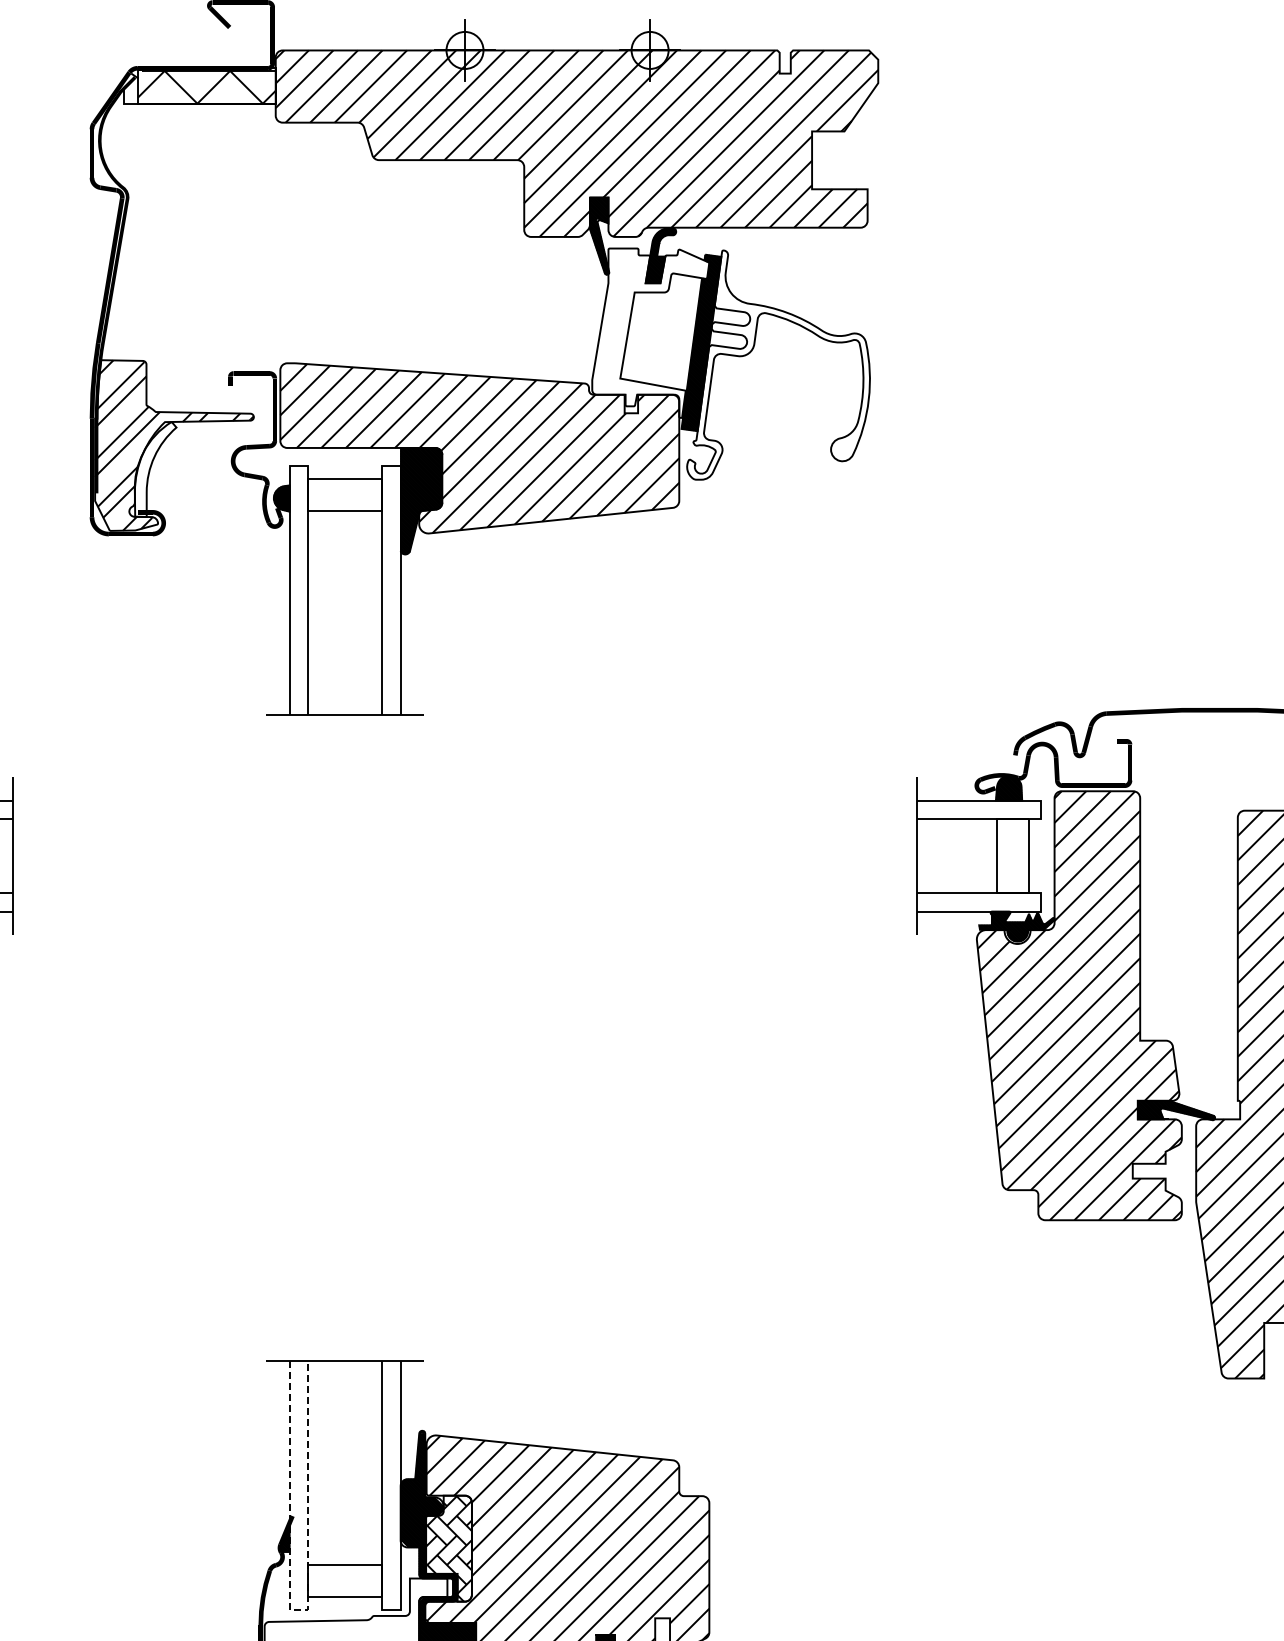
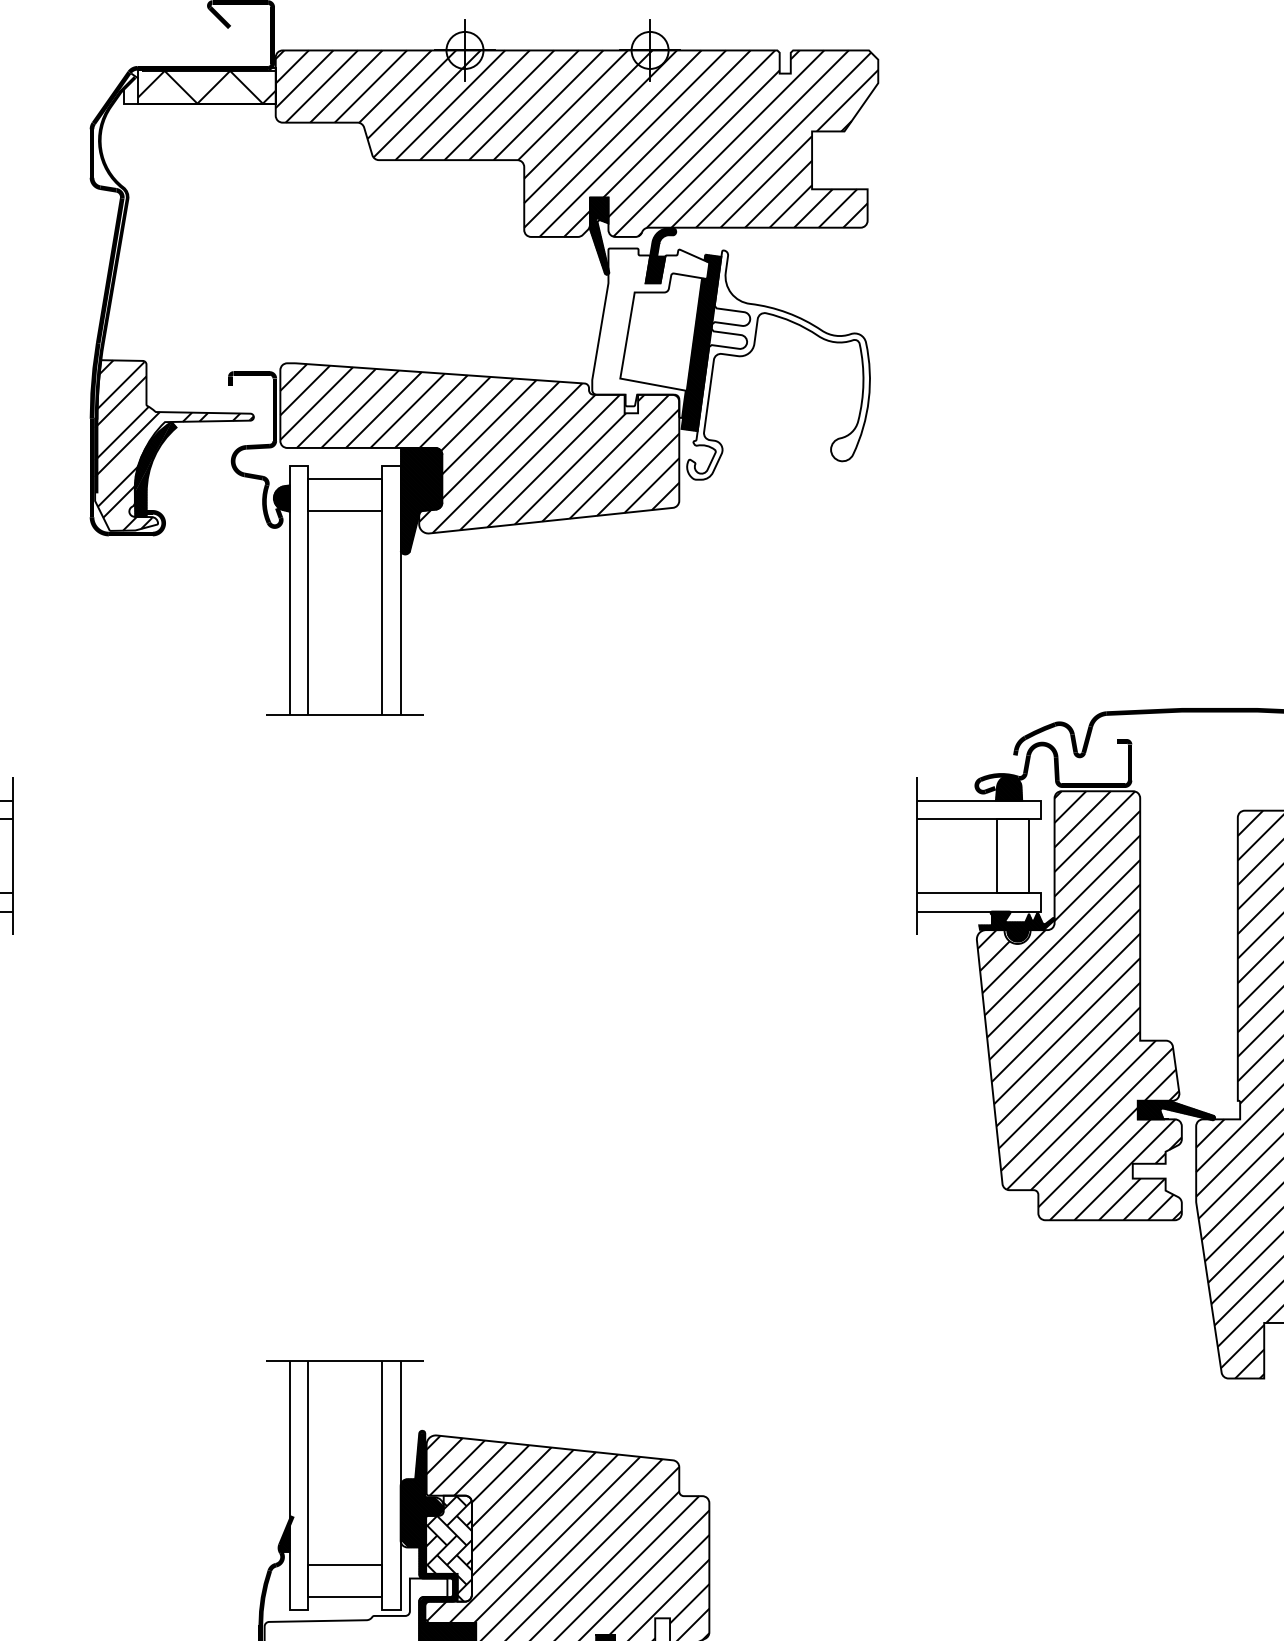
hatch at (155, 469): none -> present
line at (299, 1609): dashed -> solid
